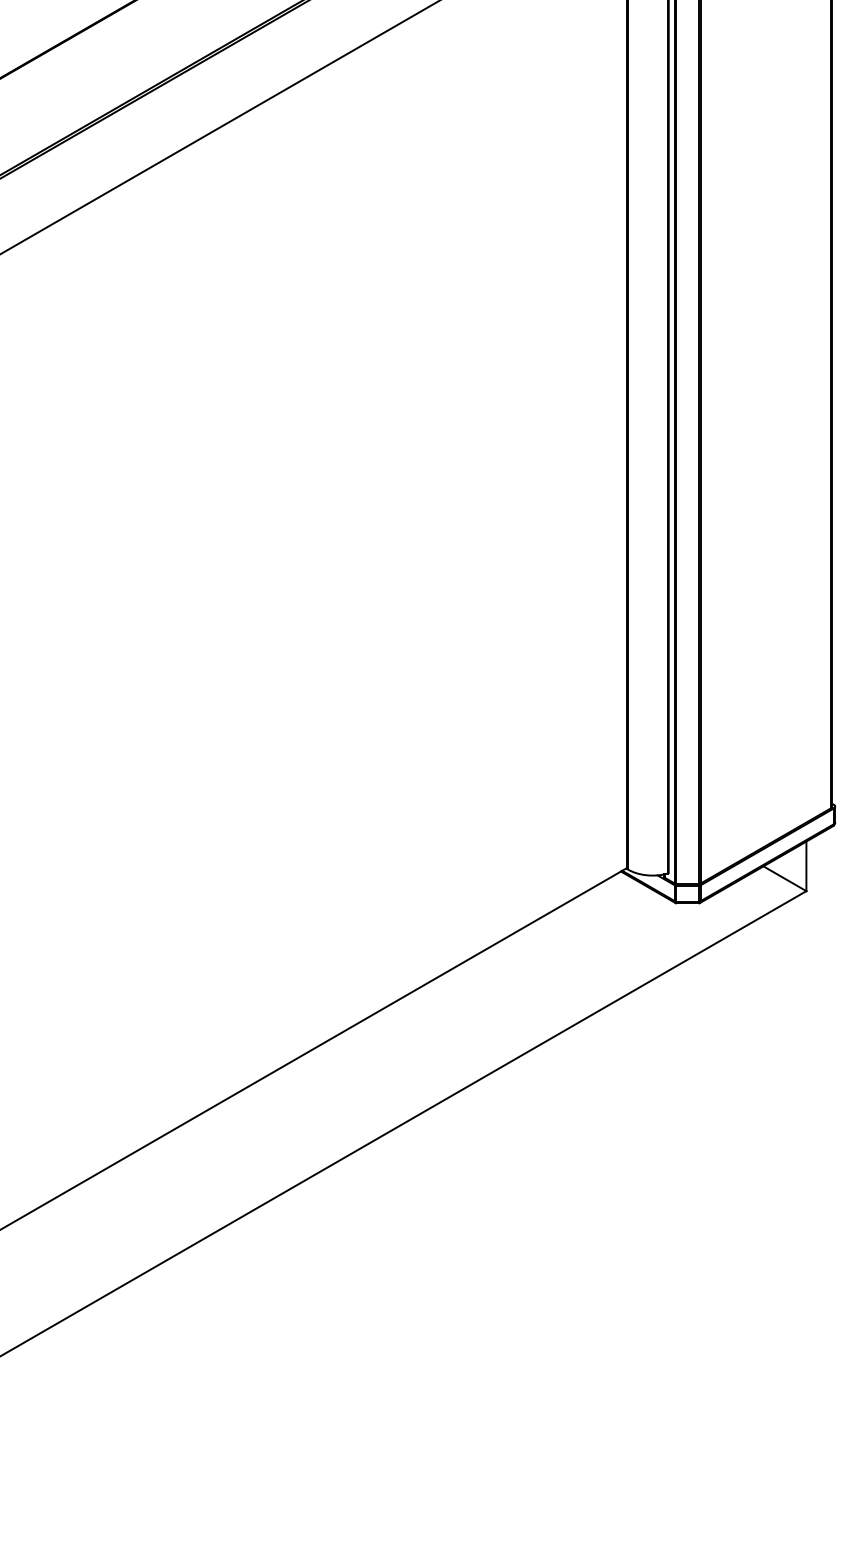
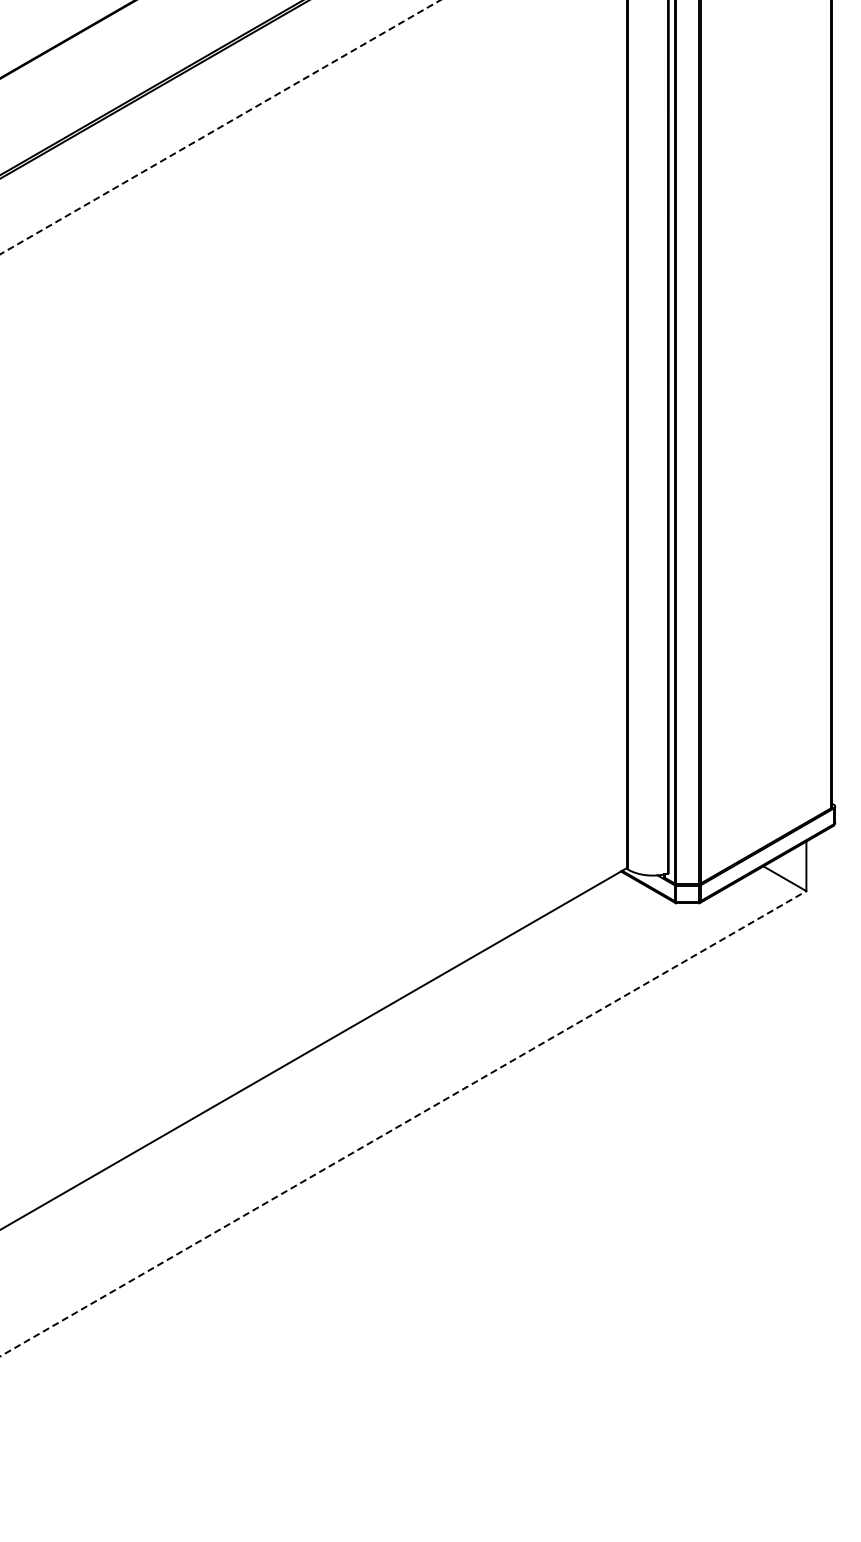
line at (220, 127): solid -> dashed
line at (403, 1123): solid -> dashed
